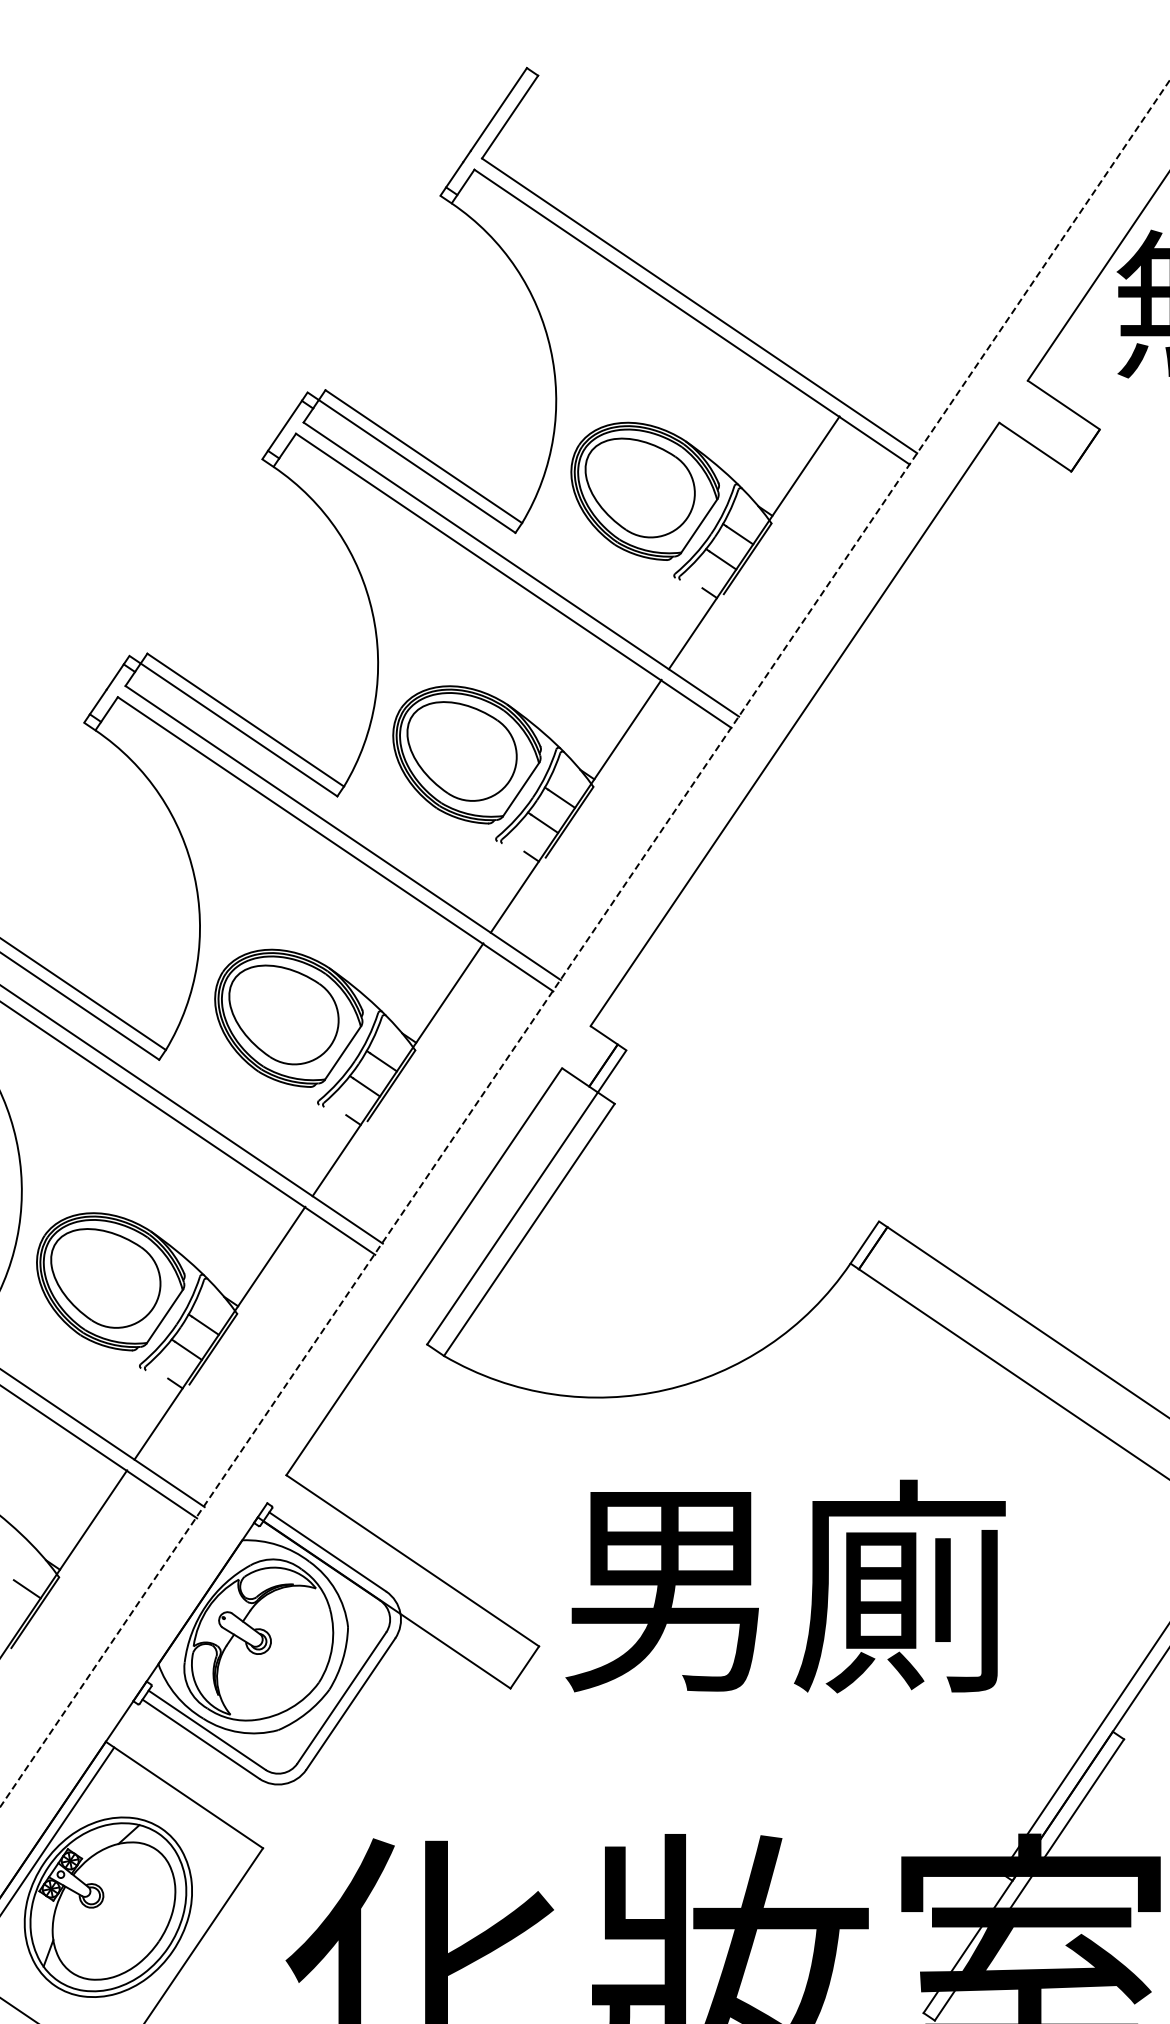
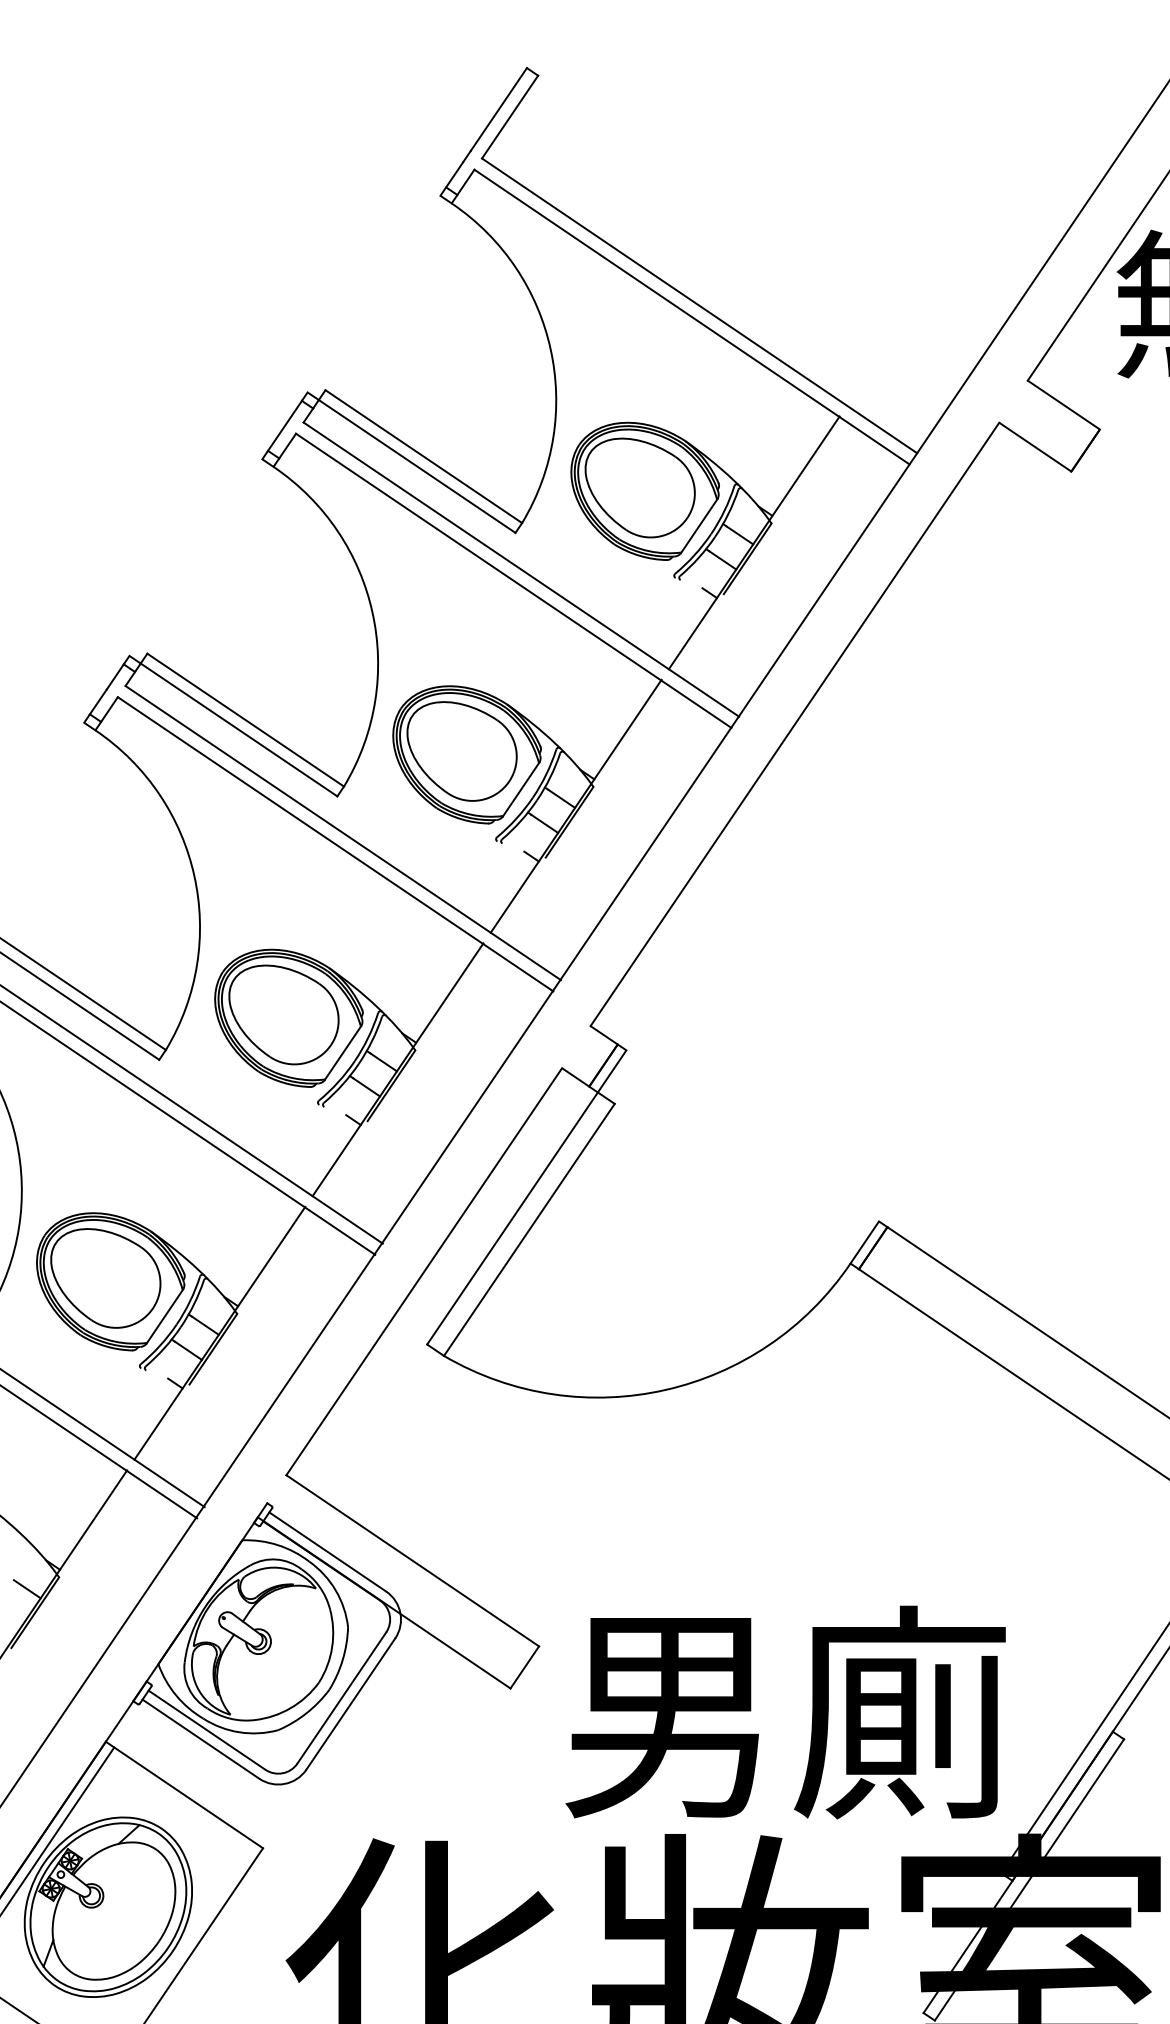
line at (585, 943): dashed -> solid
text at (785, 1586) position: (785, 1586) -> (785, 1712)
